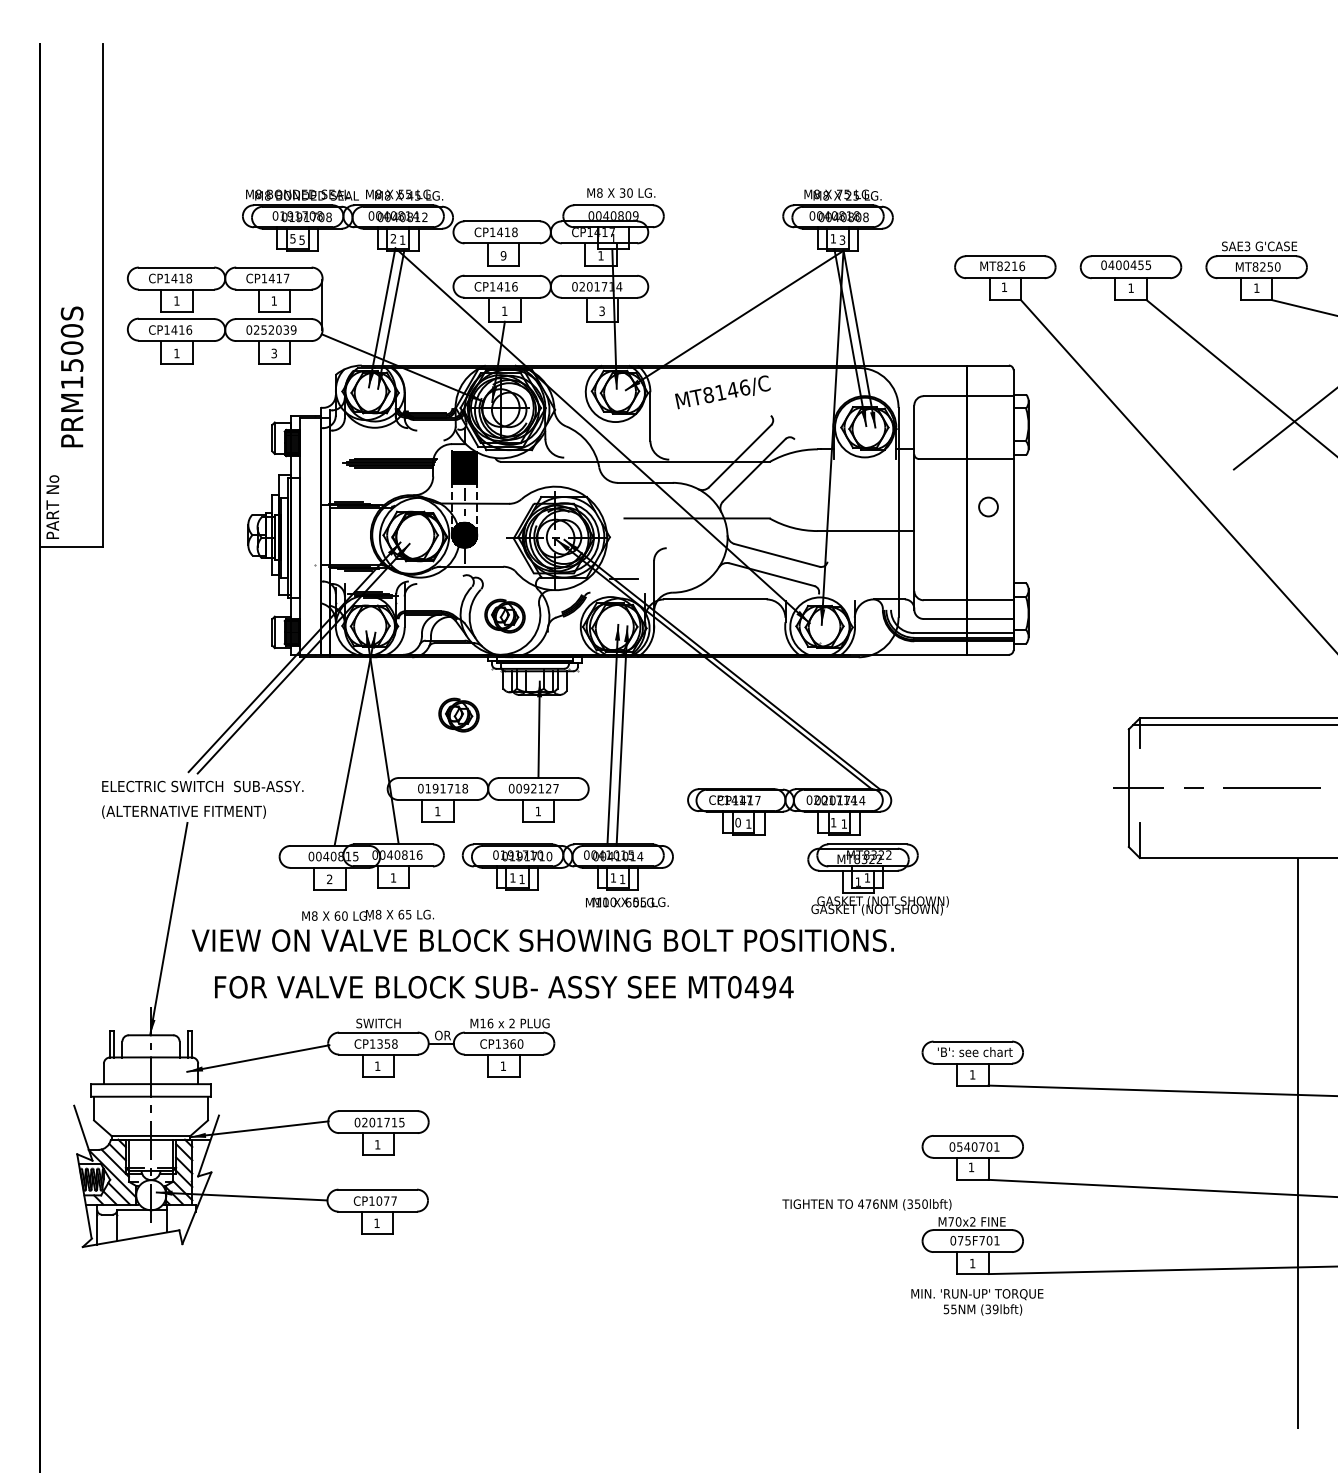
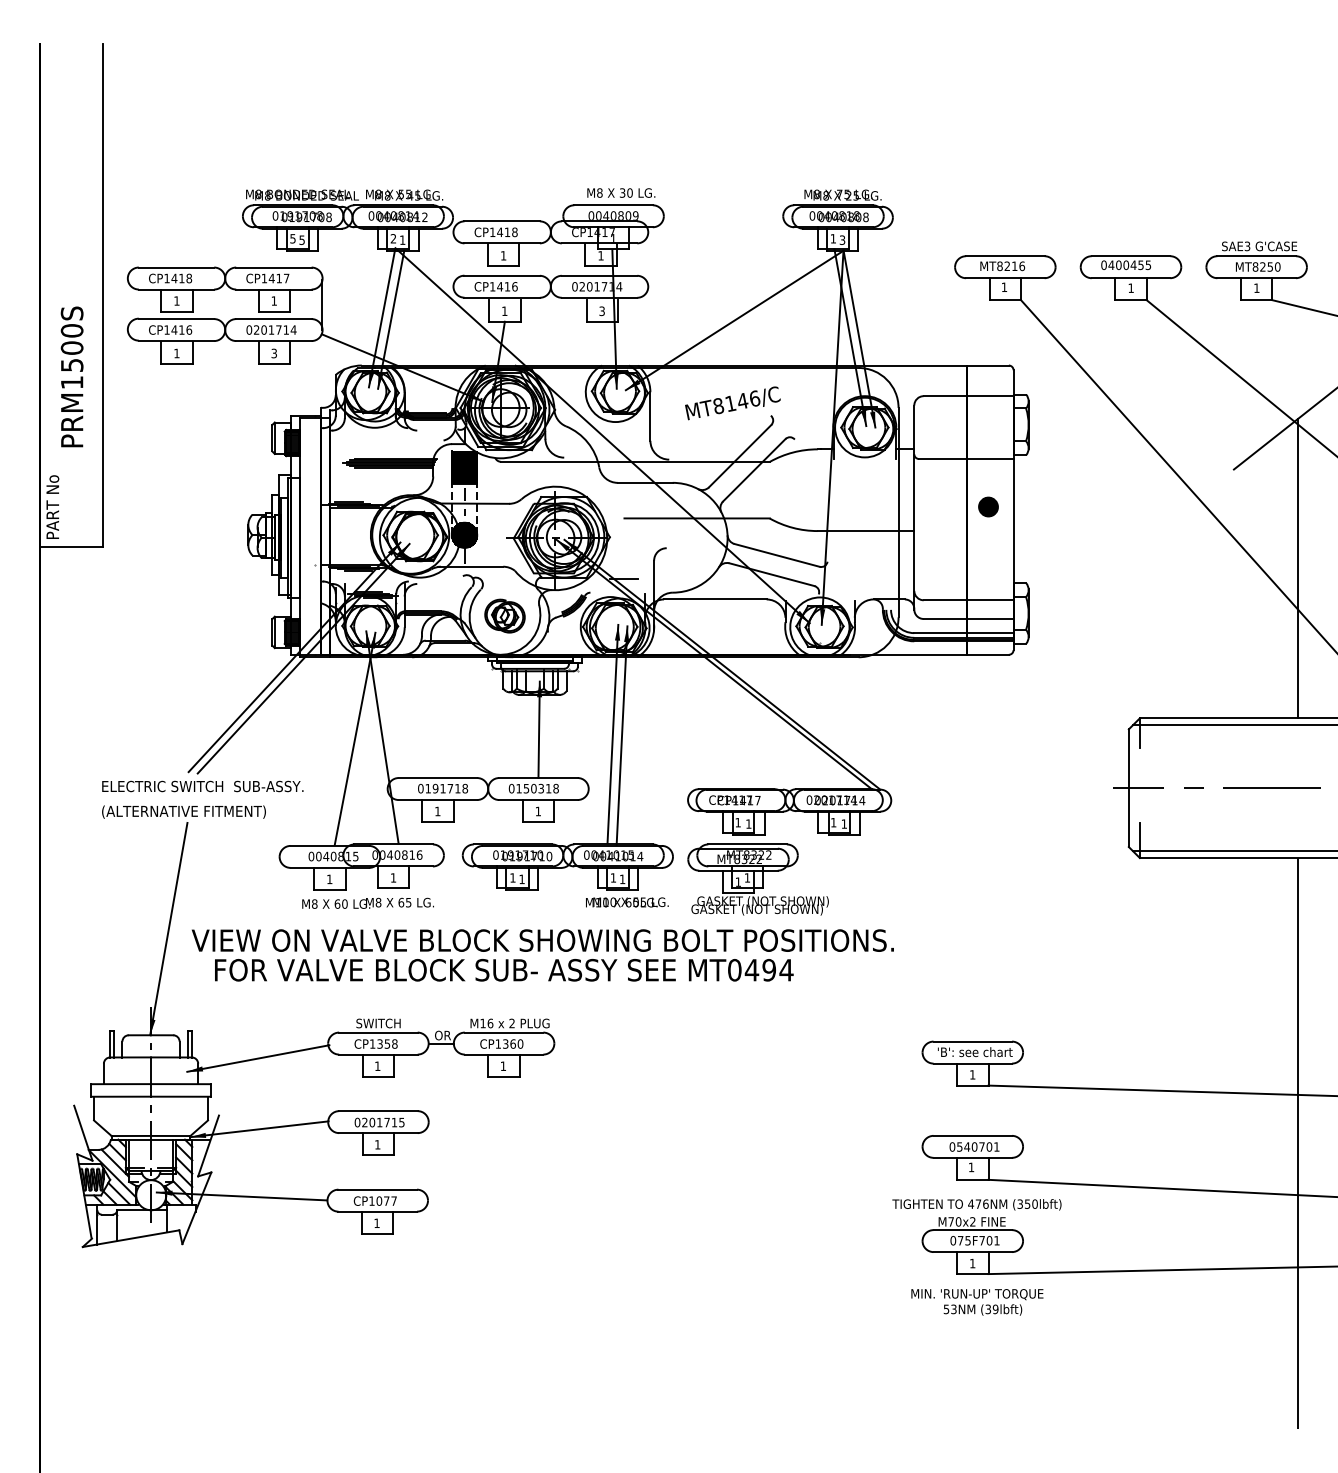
text at (503, 255): 9 -> 1
text at (278, 329): 0252039 -> 0201714
text at (722, 392) position: (722, 392) -> (732, 403)
hatch at (988, 506): none -> present
line at (1297, 568): none -> present
part at (458, 714): present -> none
text at (537, 788): 0092127 -> 0150318
text at (737, 822): 0 -> 1
line at (1233, 851): none -> present
text at (329, 878): 2 -> 1
part at (877, 879) position: (877, 879) -> (757, 879)
text at (367, 914) position: (367, 914) -> (367, 902)
text at (504, 987) position: (504, 987) -> (504, 970)
text at (866, 1204) position: (866, 1204) -> (976, 1204)
text at (953, 1308): 55NM -> 53NM
